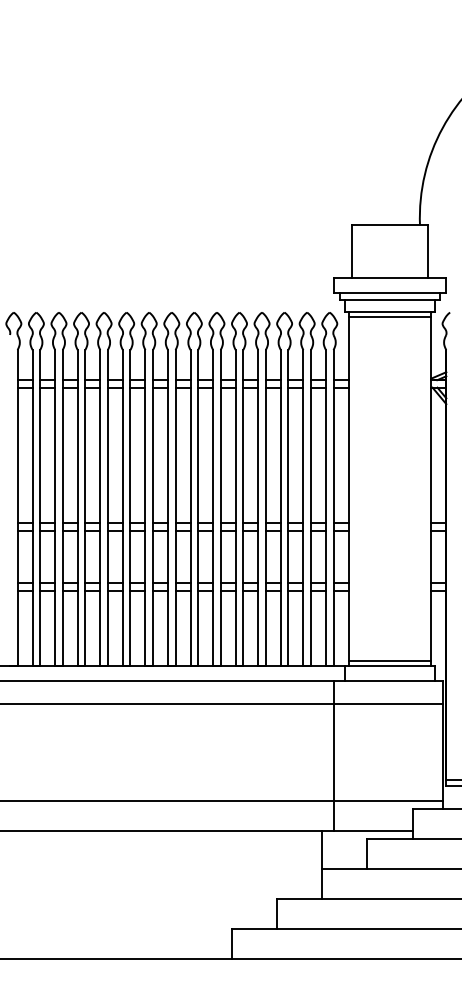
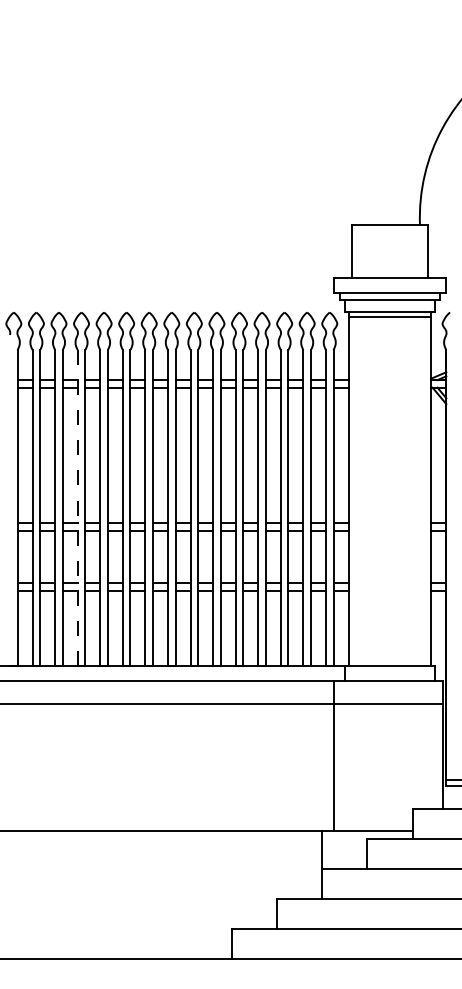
line at (77, 508): solid -> dashed
line at (389, 661): present -> none
line at (222, 801): present -> none
